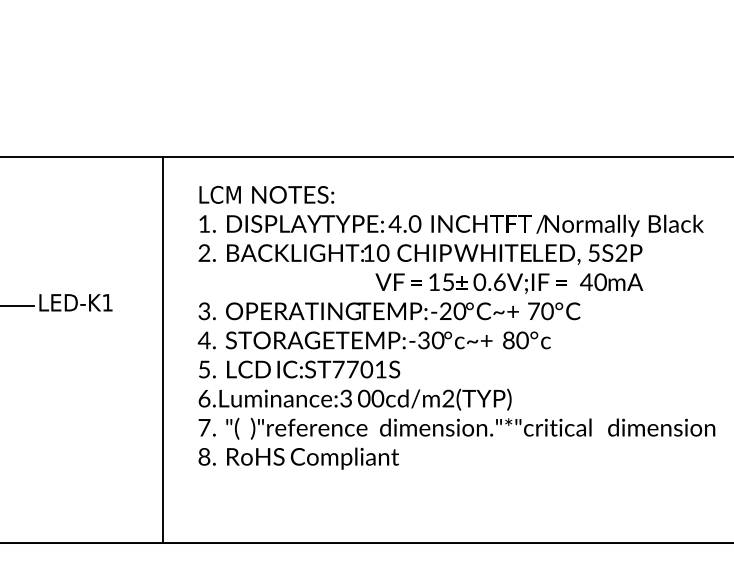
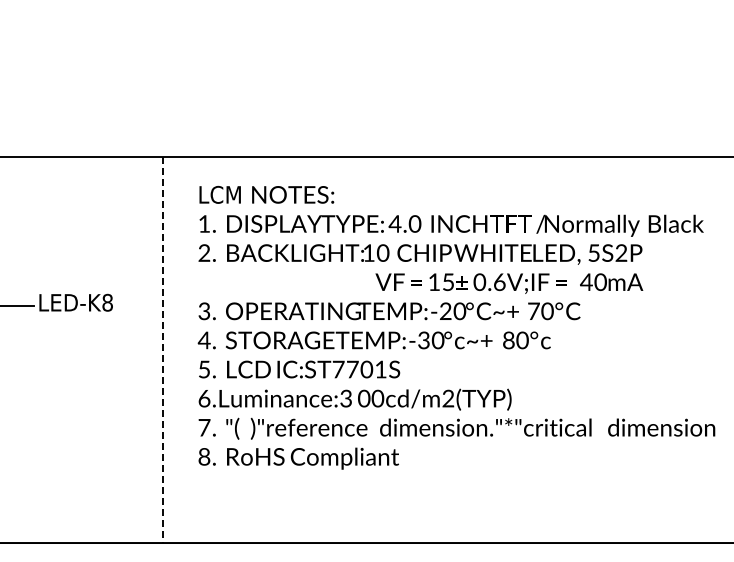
text at (107, 302): LED-K1 -> LED-K8
line at (163, 350): solid -> dashed
